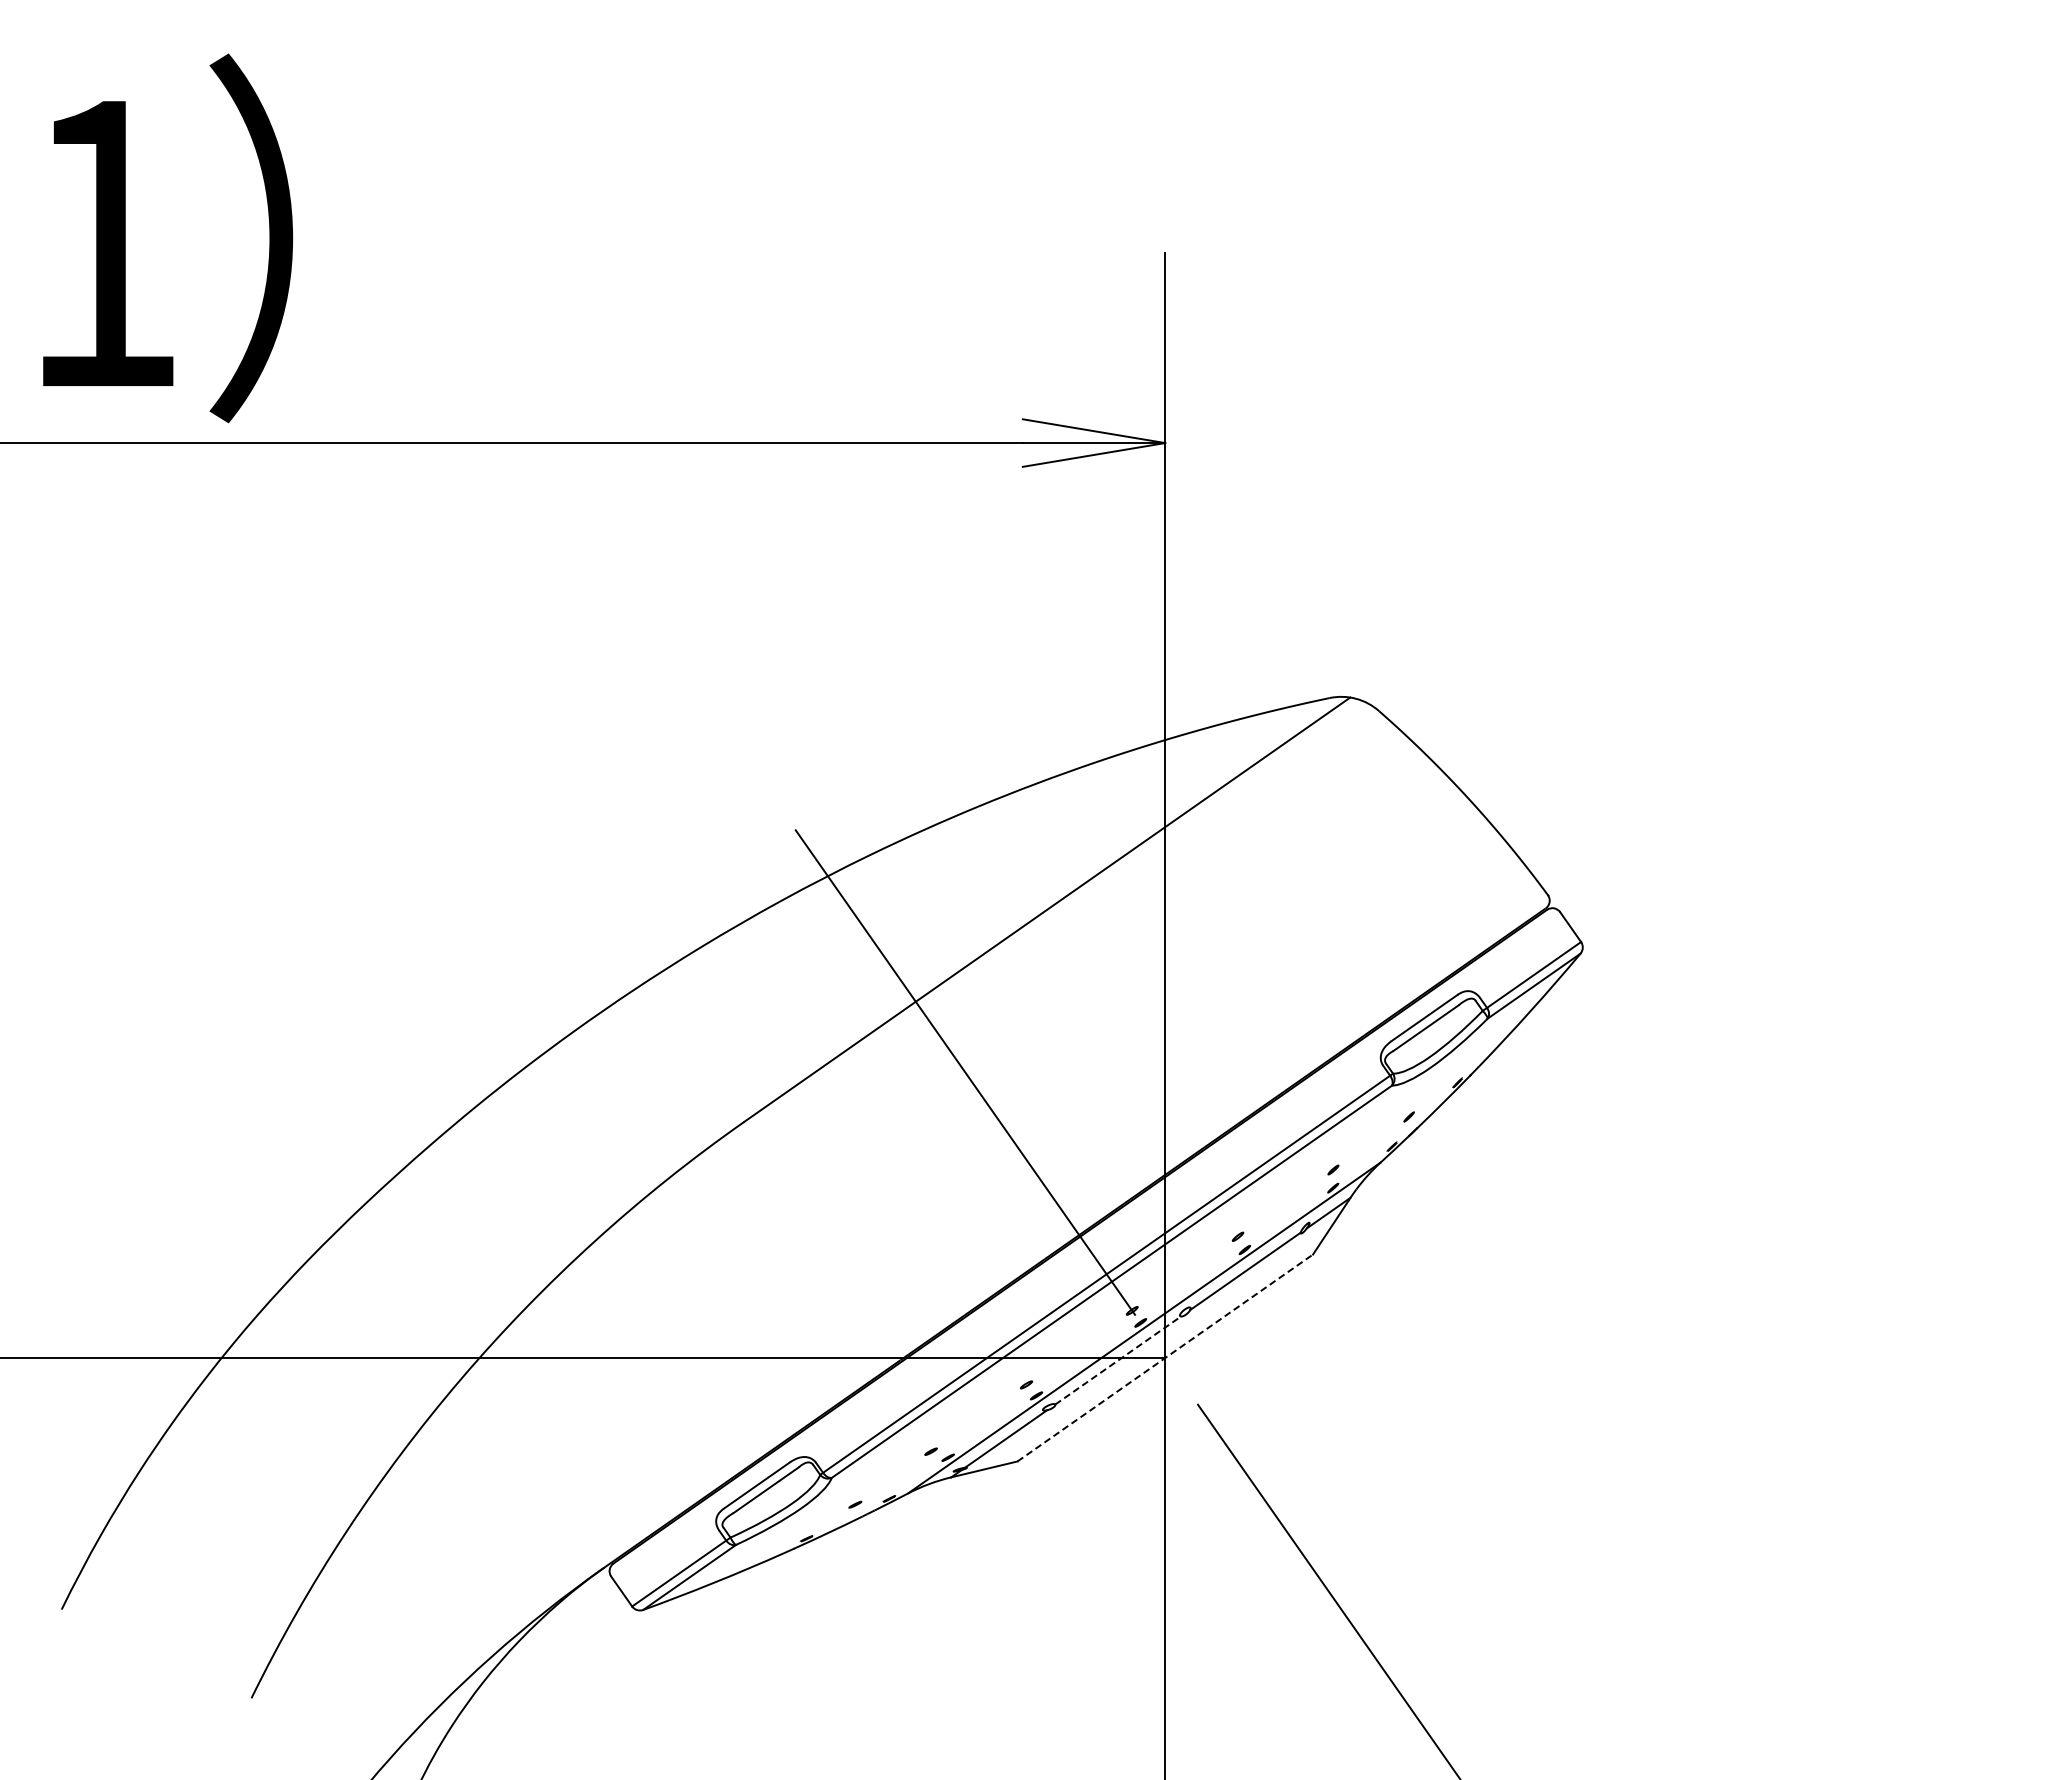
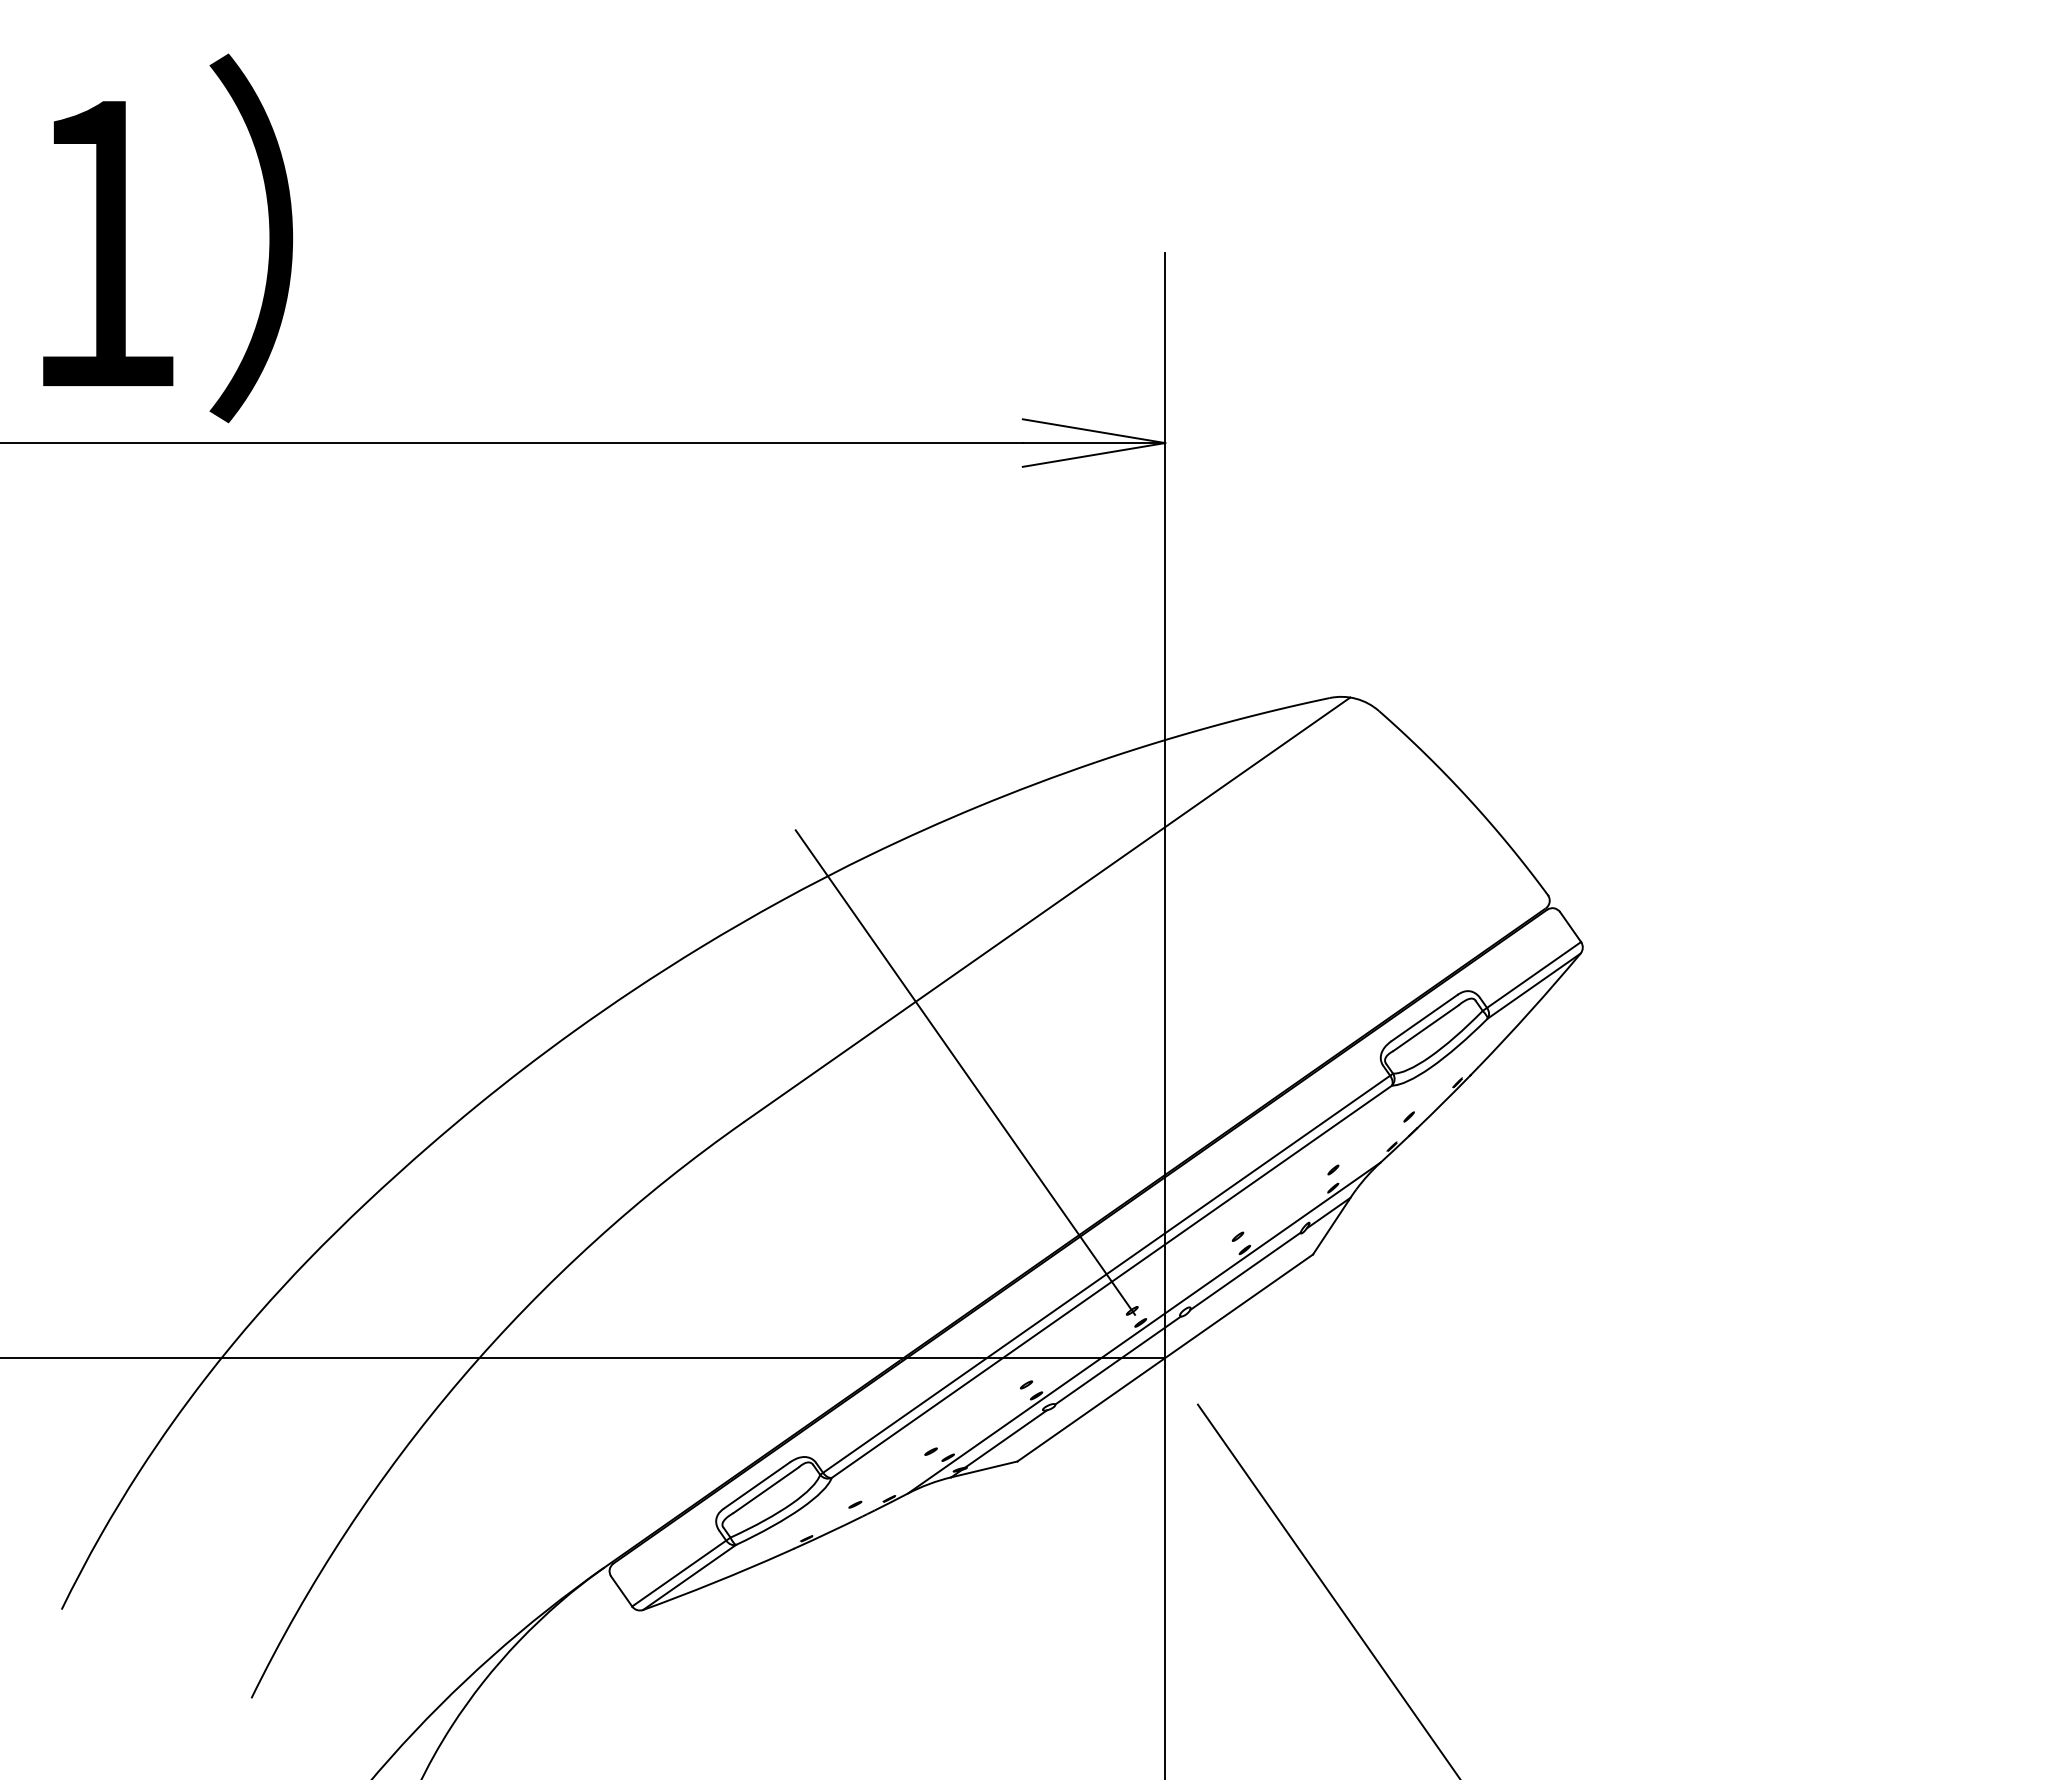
line at (1165, 1357): dashed -> solid
line at (1118, 1360): dashed -> solid
